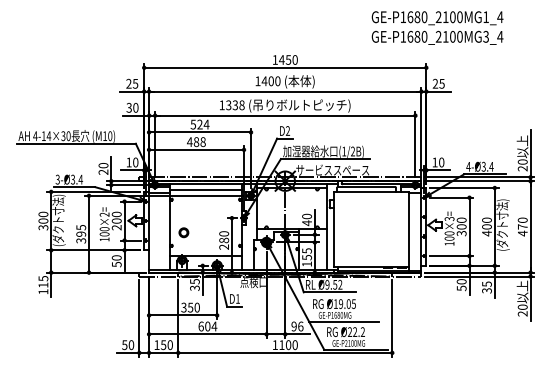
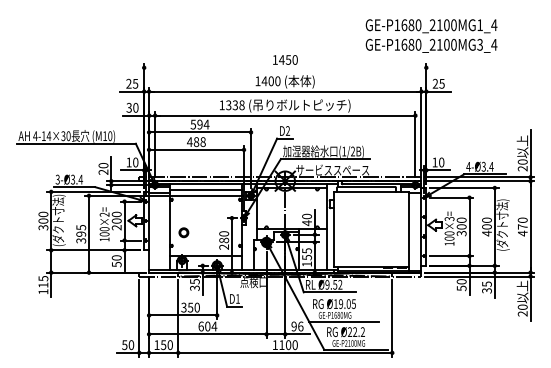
text at (437, 27) position: (437, 27) -> (431, 35)
line at (285, 67): present -> none
text at (199, 124): 524 -> 594
